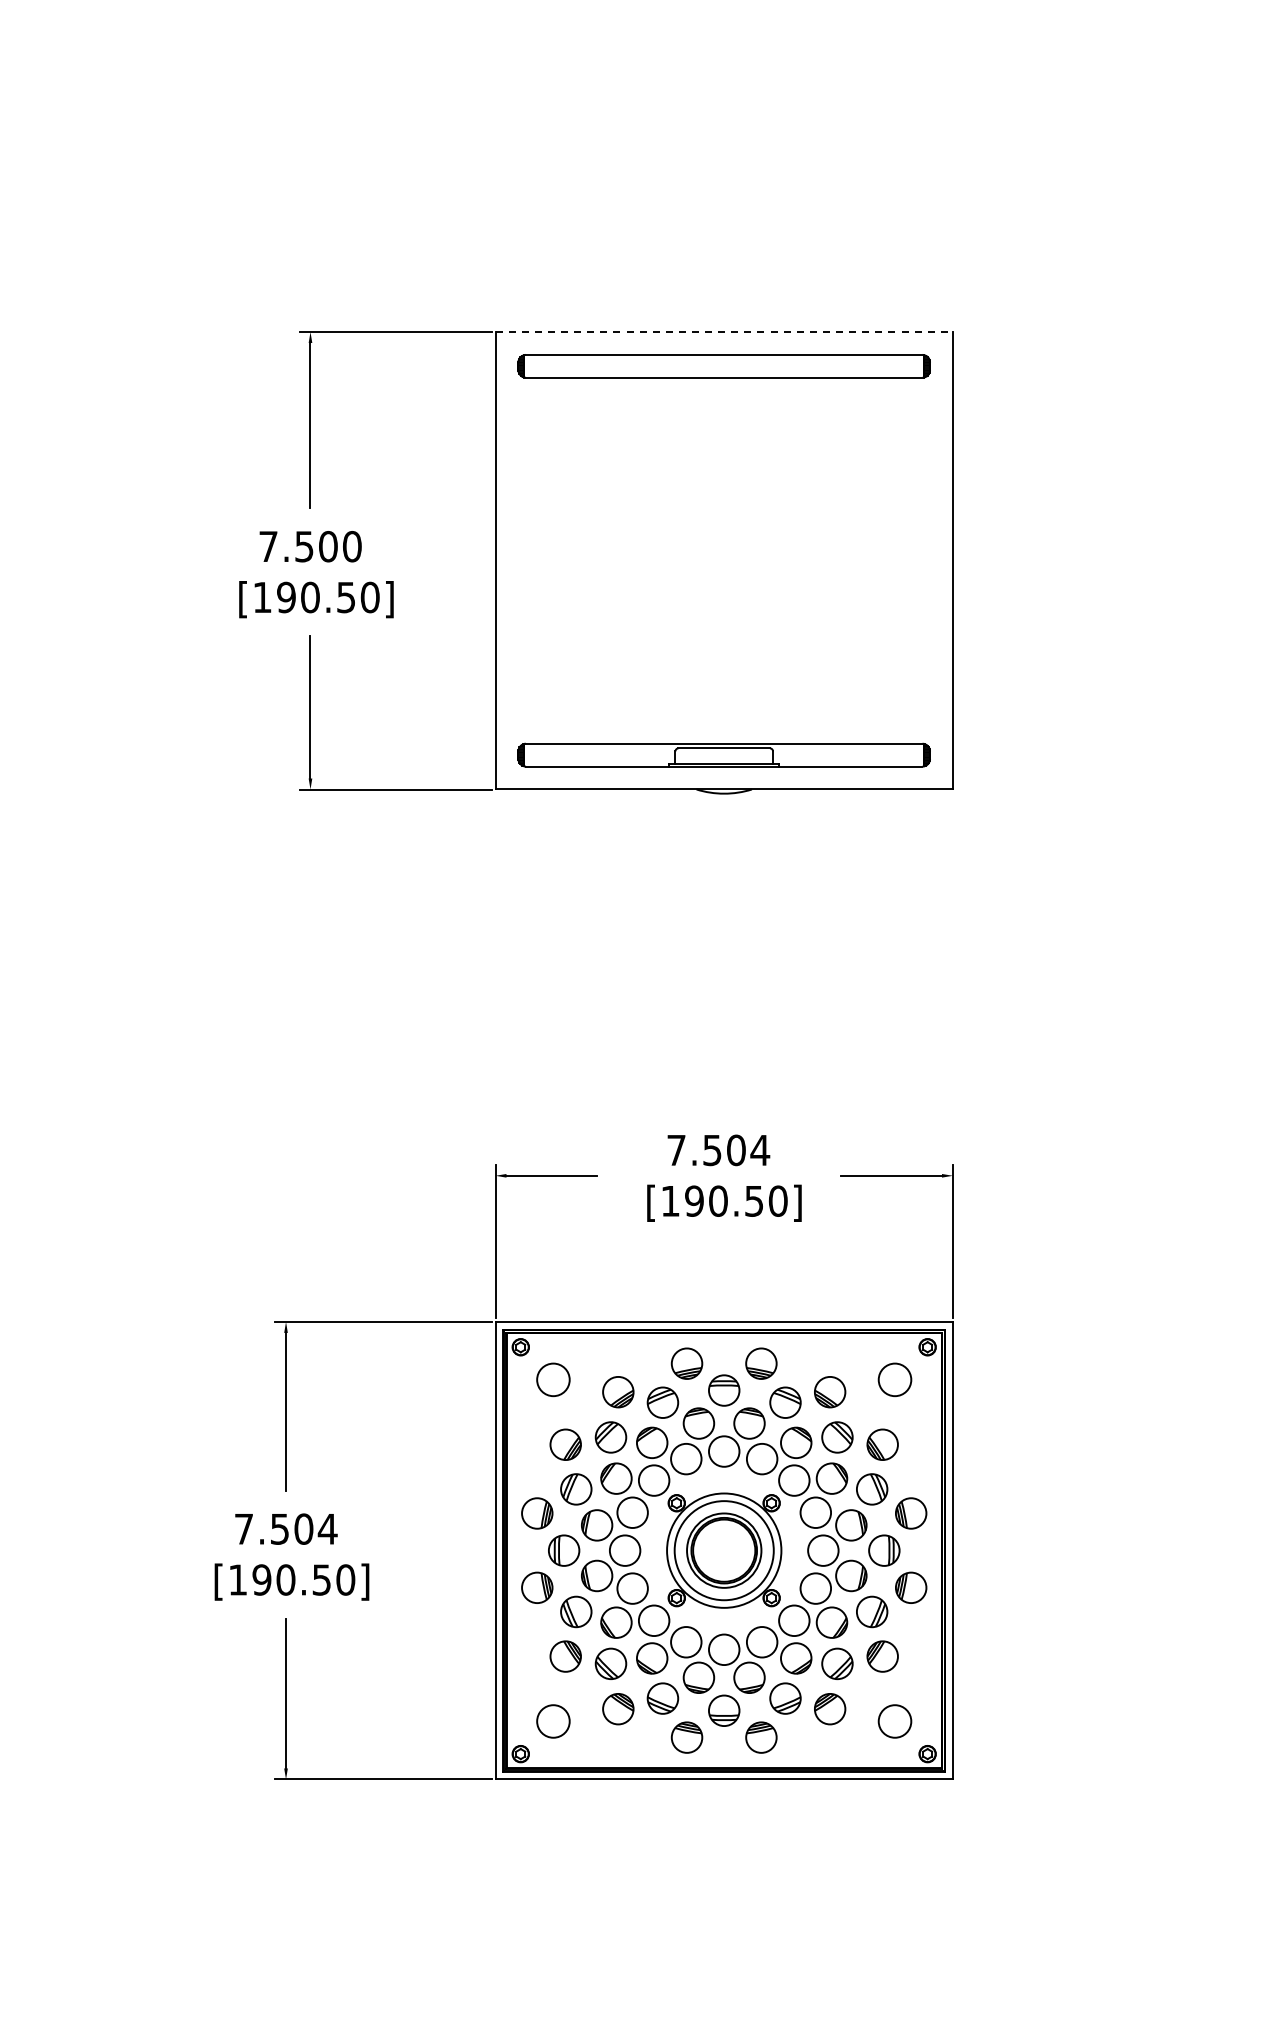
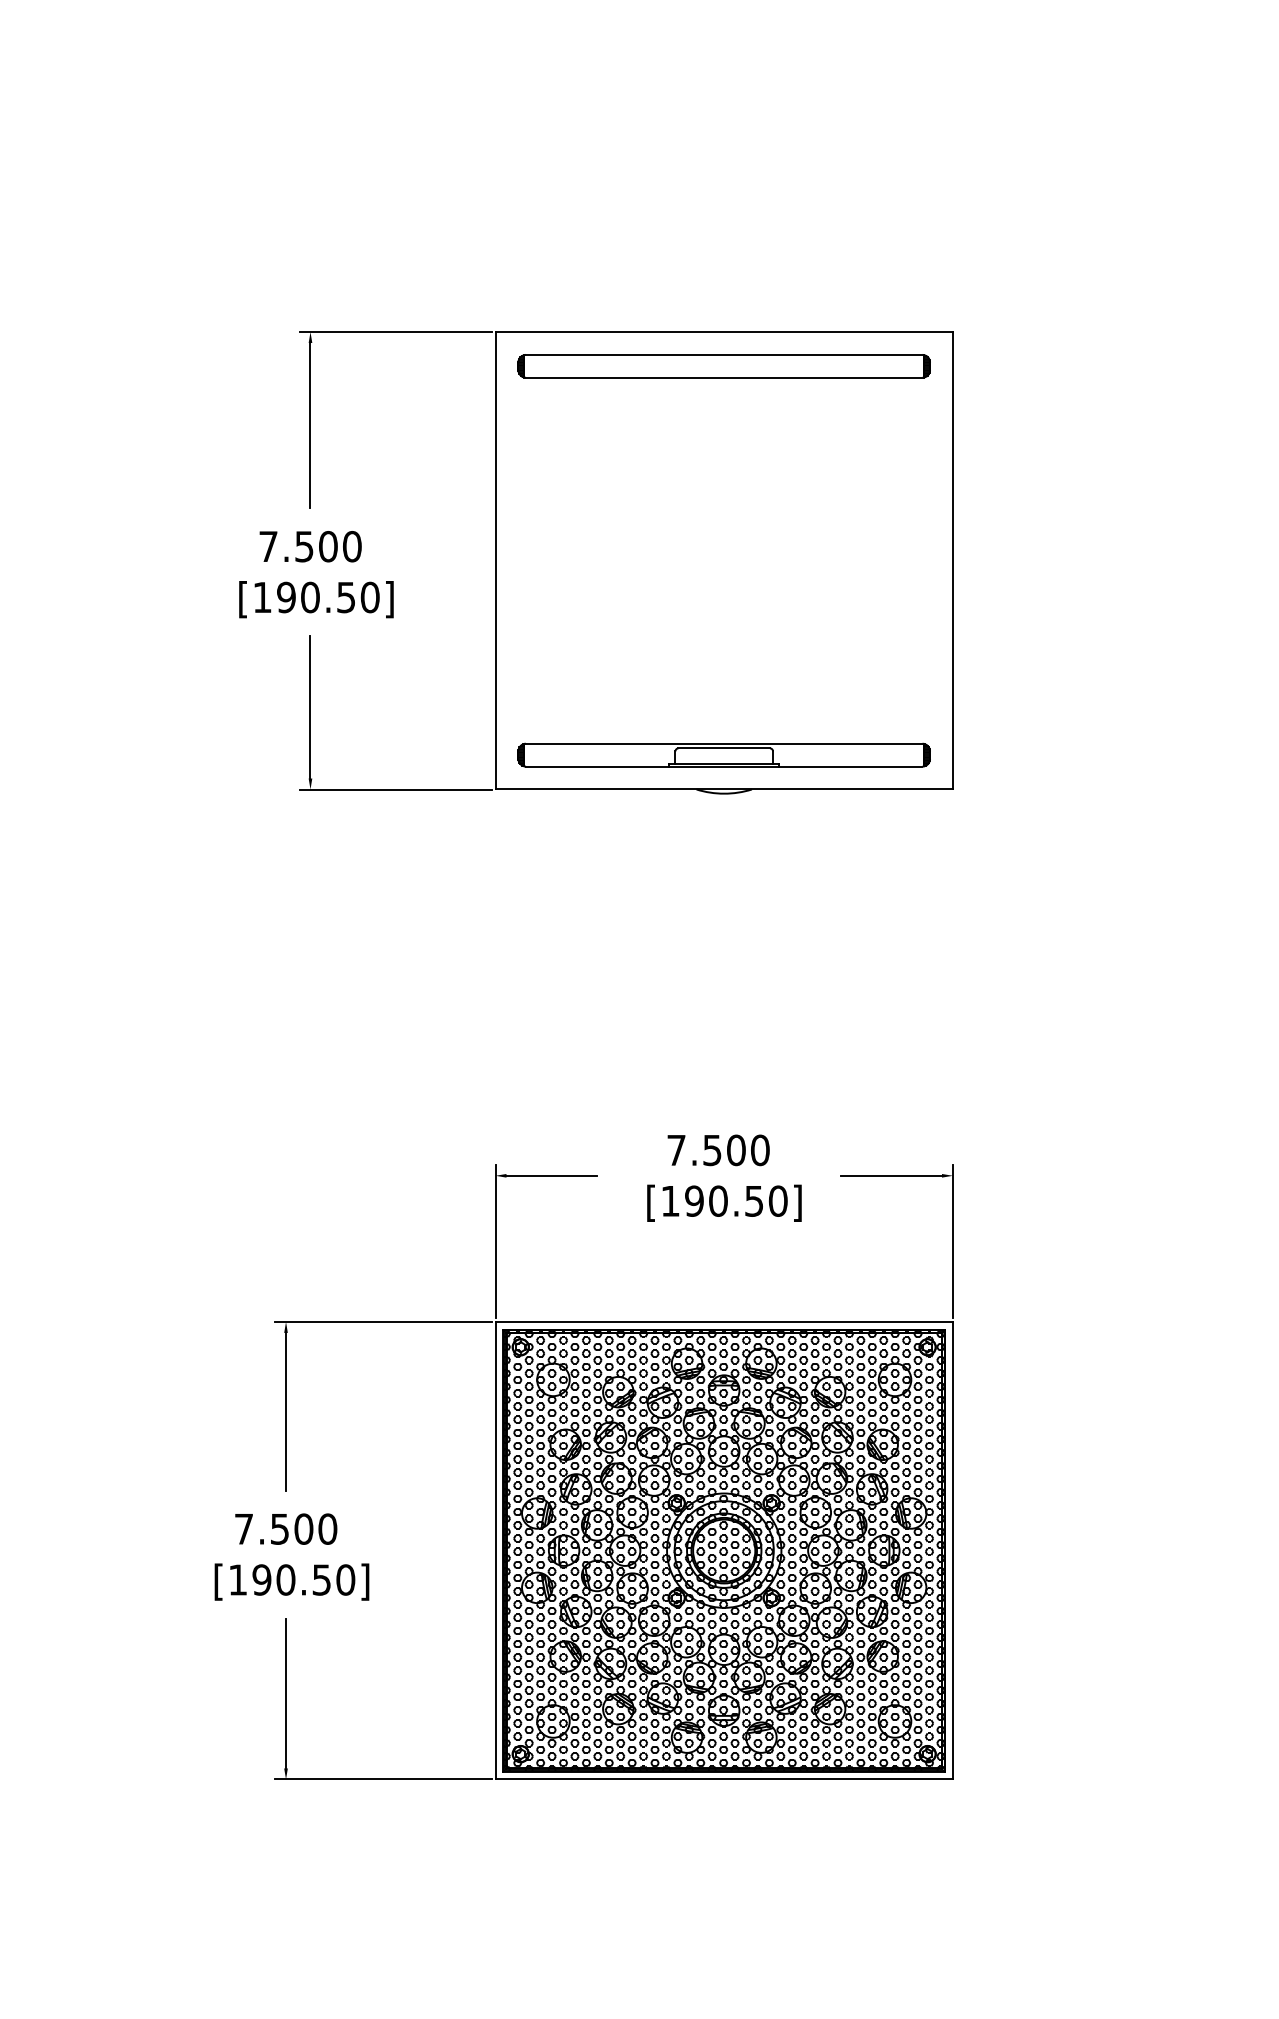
line at (724, 332): dashed -> solid
text at (760, 1150): 7.504 -> 7.500
text at (327, 1528): 7.504 -> 7.500
hatch at (723, 1550): none -> present
